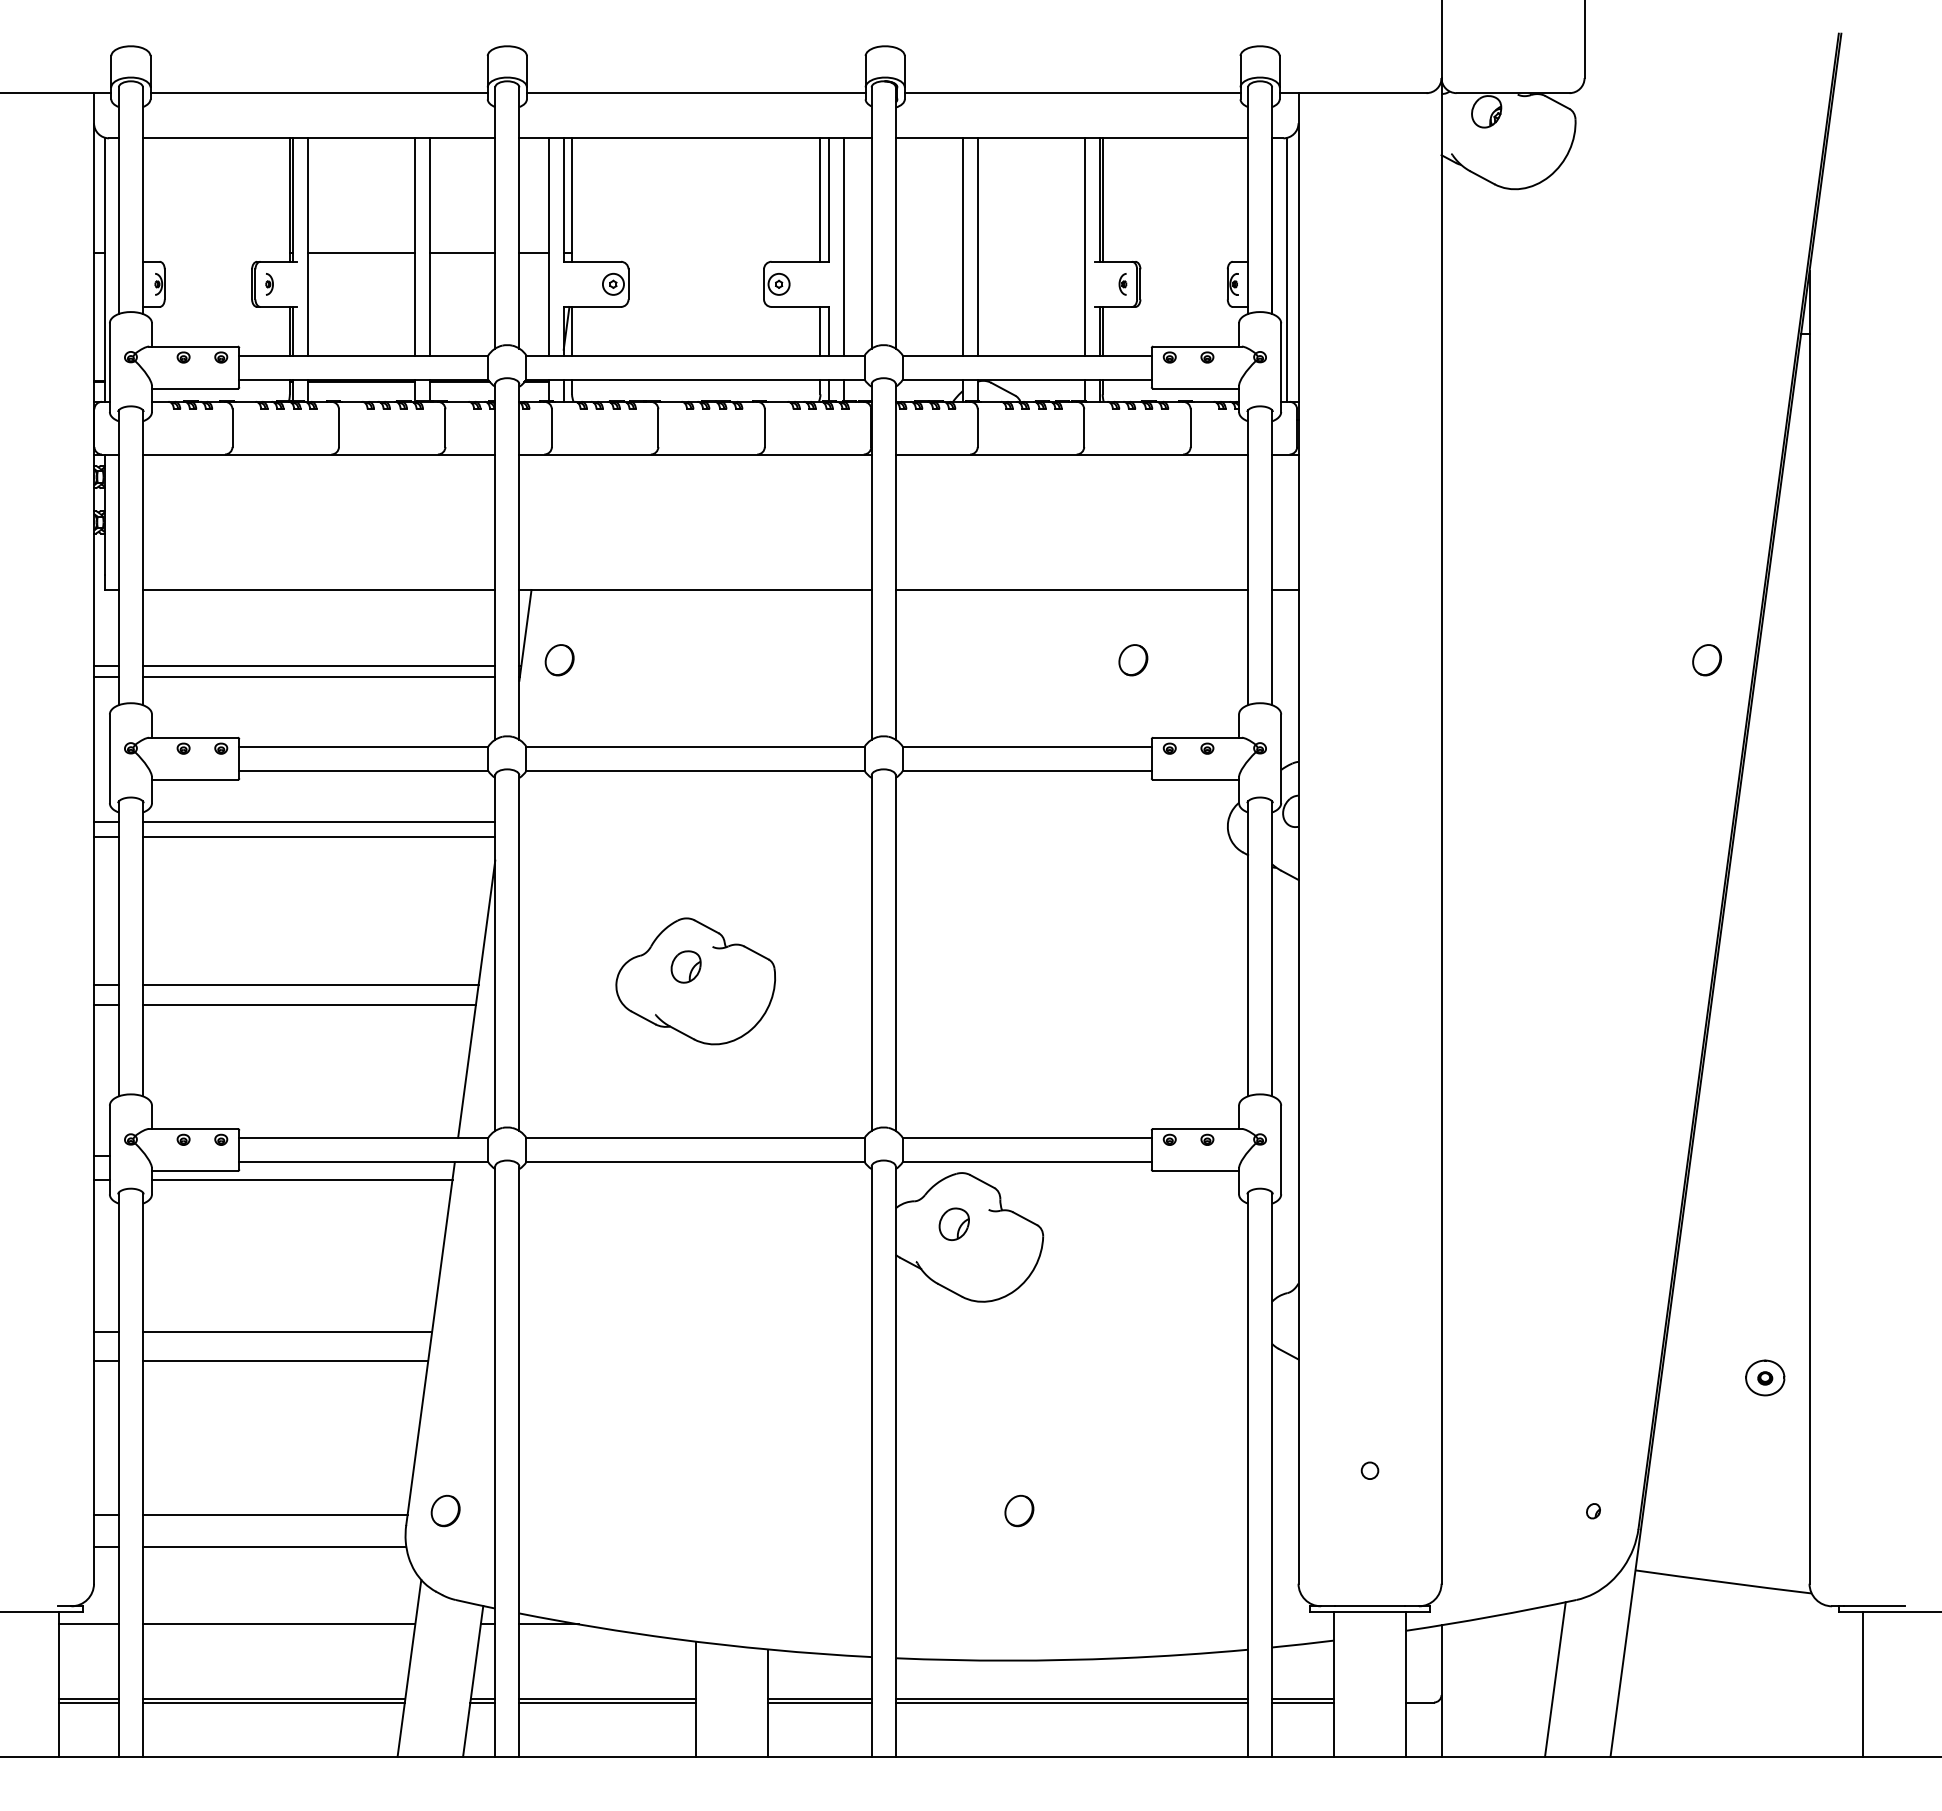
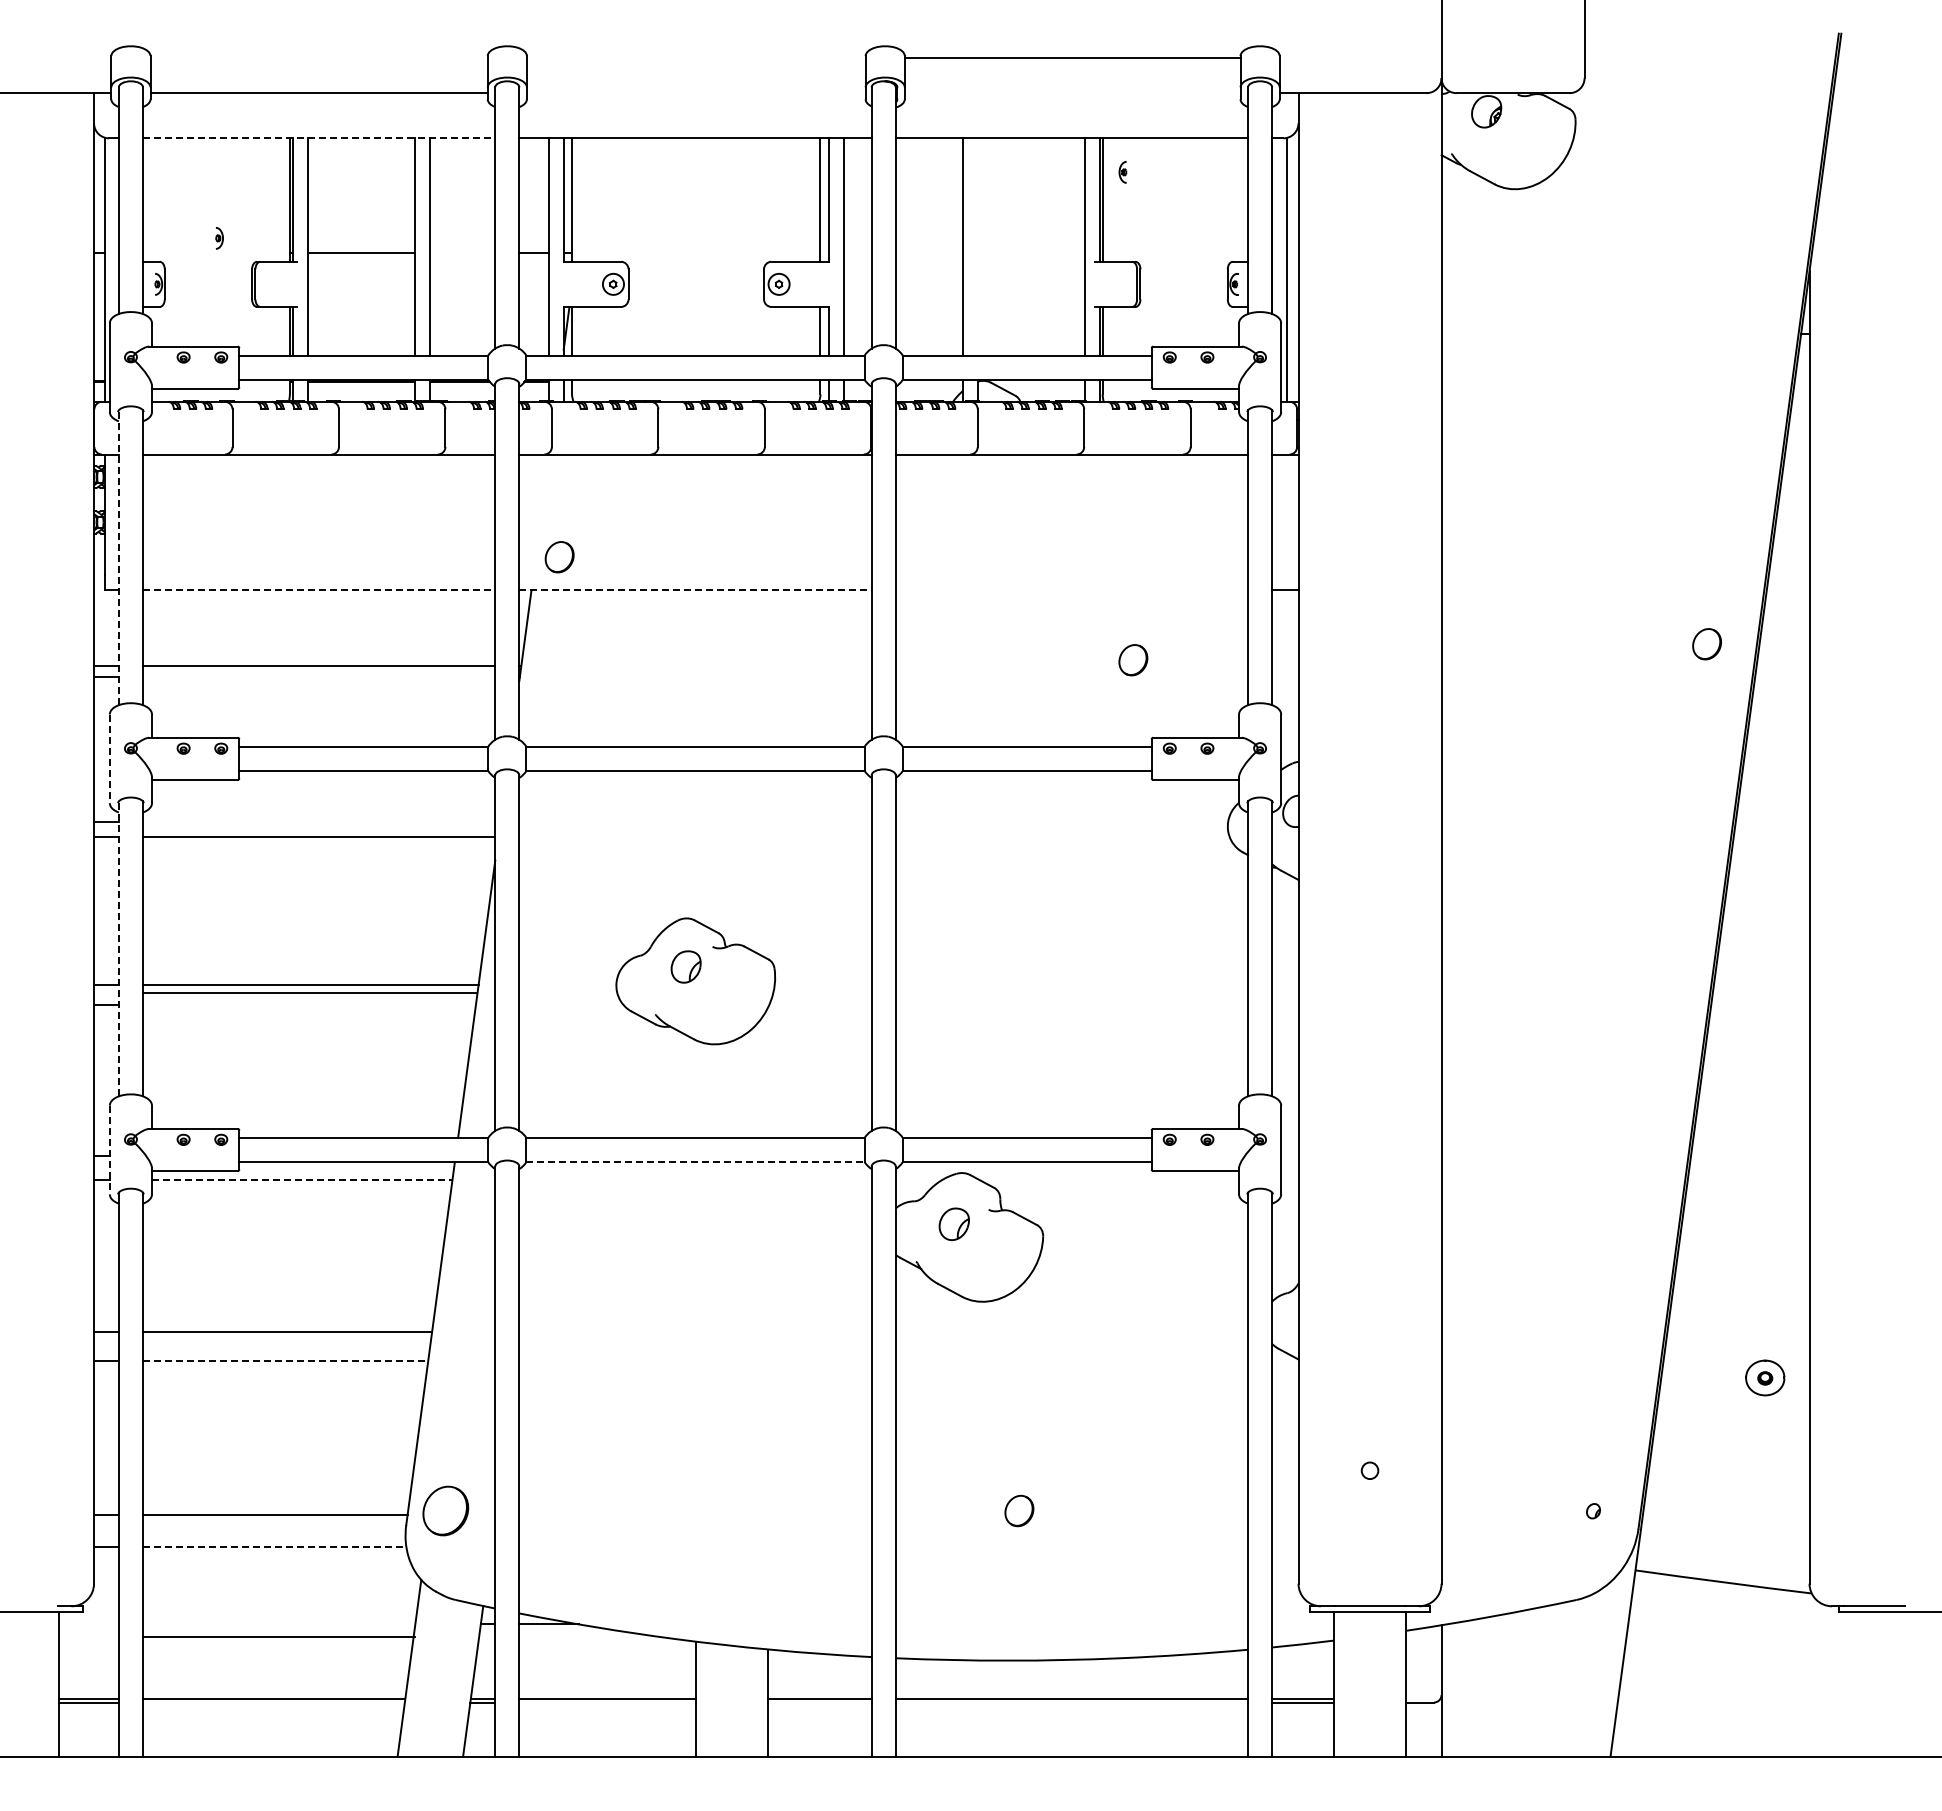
line at (695, 93): present -> none
line at (1072, 93) position: (1072, 93) -> (1072, 58)
line at (319, 138): solid -> dashed
line at (977, 246): present -> none
line at (462, 253): present -> none
part at (269, 284) position: (269, 284) -> (219, 238)
part at (1122, 284) position: (1122, 284) -> (1122, 172)
line at (118, 557): solid -> dashed
line at (319, 590): solid -> dashed
line at (696, 590): solid -> dashed
line at (1071, 590): present -> none
part at (559, 660) position: (559, 660) -> (559, 557)
part at (1706, 660) position: (1706, 660) -> (1706, 644)
line at (318, 676): present -> none
line at (109, 759): solid -> dashed
line at (318, 821): present -> none
line at (118, 948): solid -> dashed
line at (308, 1004) position: (308, 1004) -> (308, 992)
line at (109, 1150): solid -> dashed
line at (696, 1162): solid -> dashed
line at (302, 1179): solid -> dashed
line at (285, 1360): solid -> dashed
part at (445, 1510) size: 31x34 px -> 48x52 px
line at (274, 1547): solid -> dashed
line at (88, 1624): present -> none
line at (278, 1624) position: (278, 1624) -> (278, 1637)
line at (1555, 1679): present -> none
line at (1862, 1684): present -> none
line at (273, 1702): present -> none
line at (607, 1702): present -> none
line at (819, 1702): present -> none
line at (1071, 1702): present -> none
